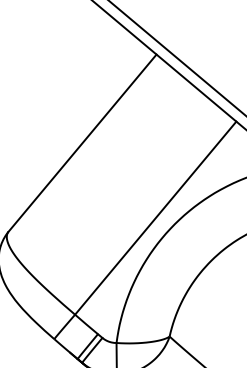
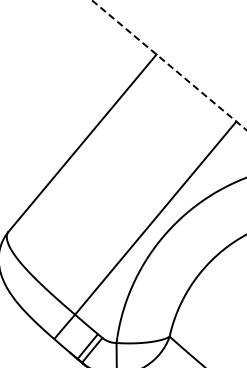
line at (176, 58): present -> none
line at (169, 65): solid -> dashed
